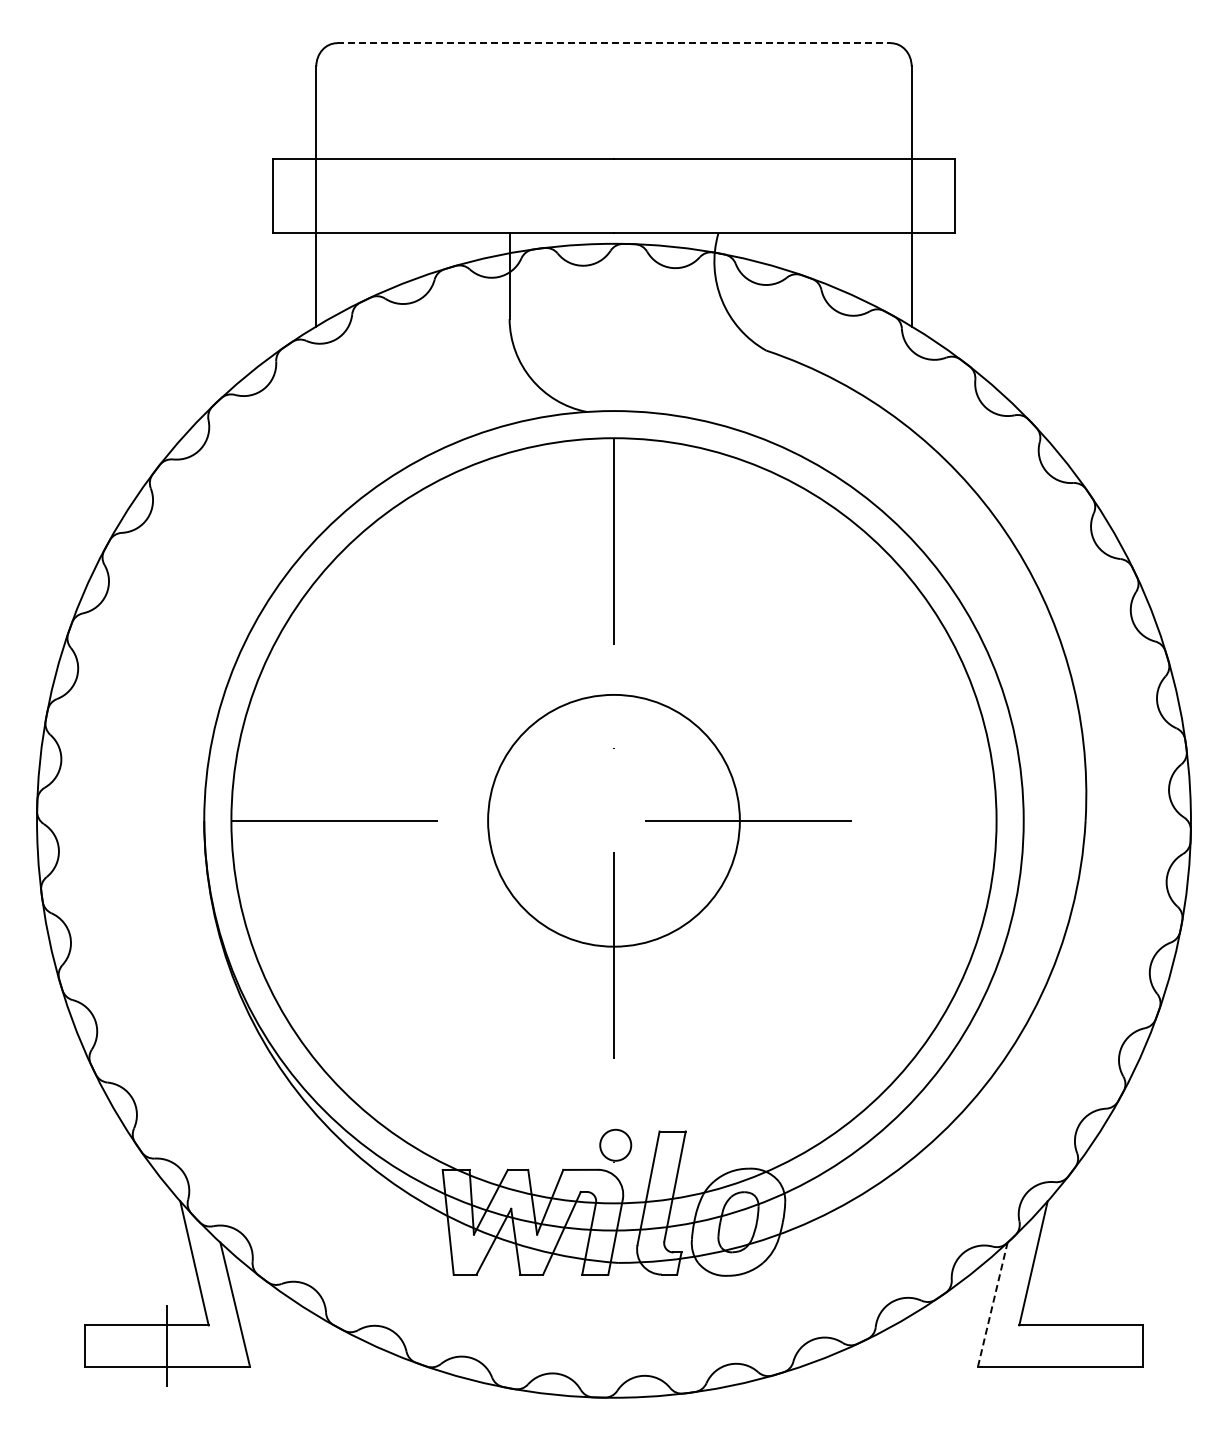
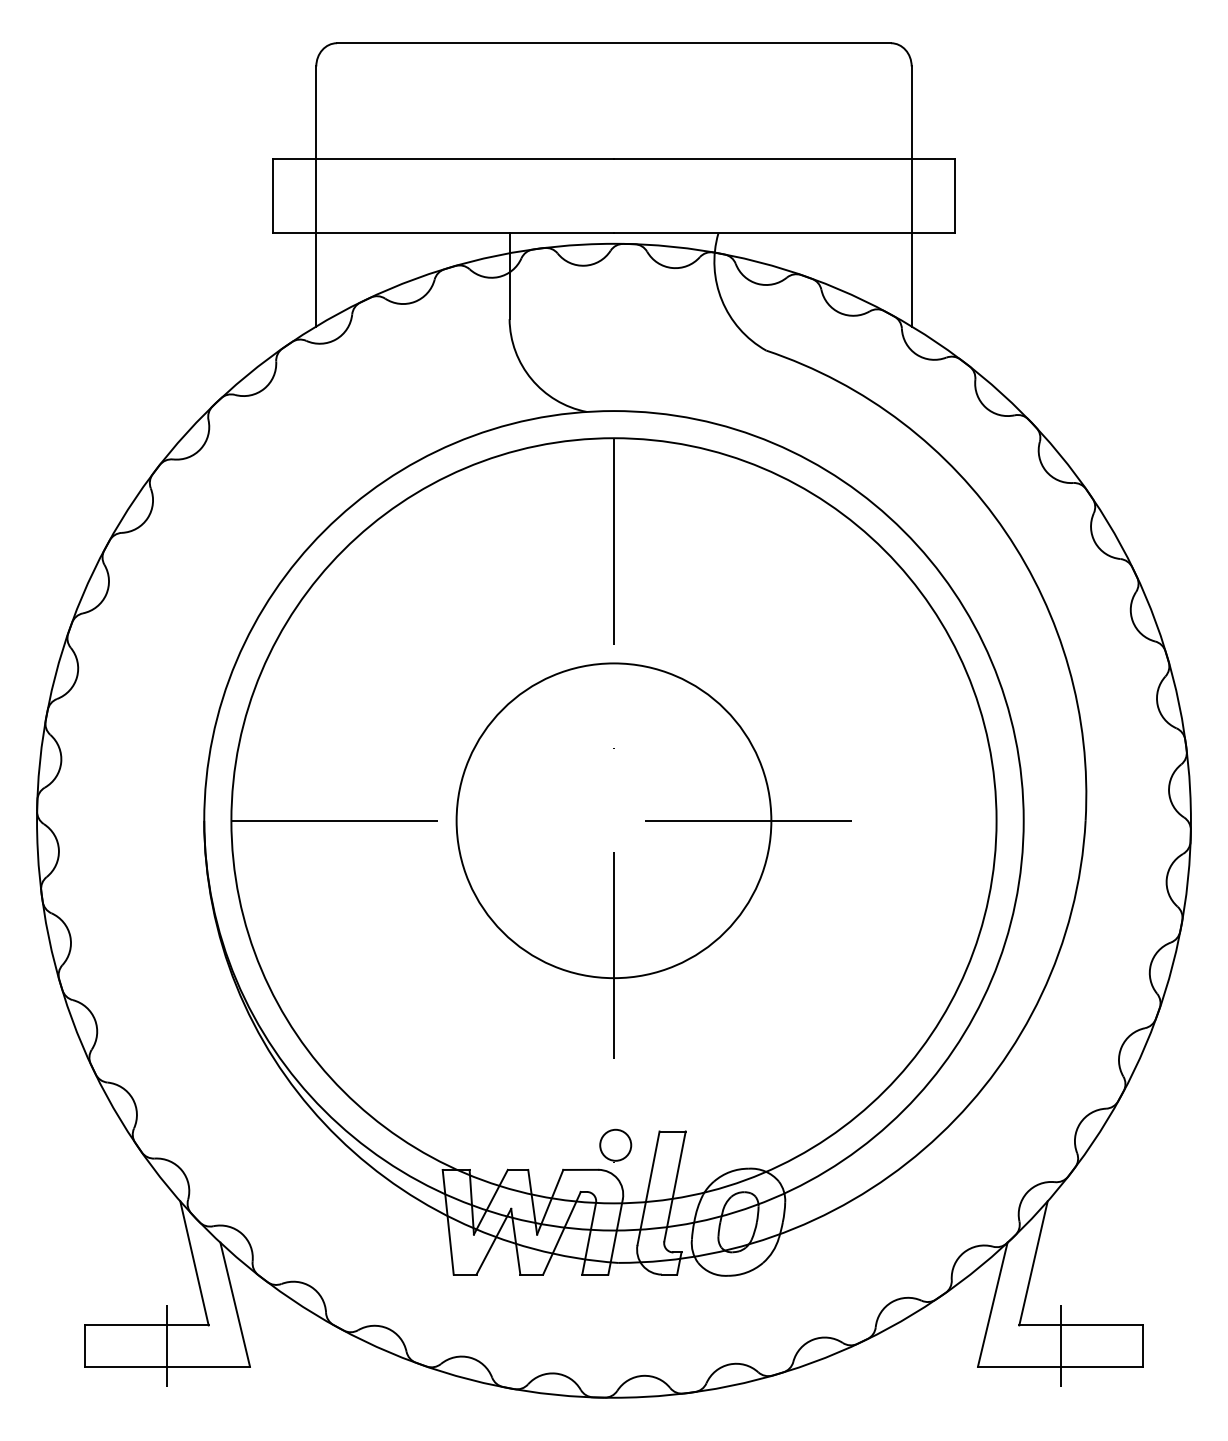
line at (614, 43): dashed -> solid
circle at (613, 820) diameter: 252 px -> 315 px
line at (992, 1304): dashed -> solid
line at (1060, 1345): none -> present
